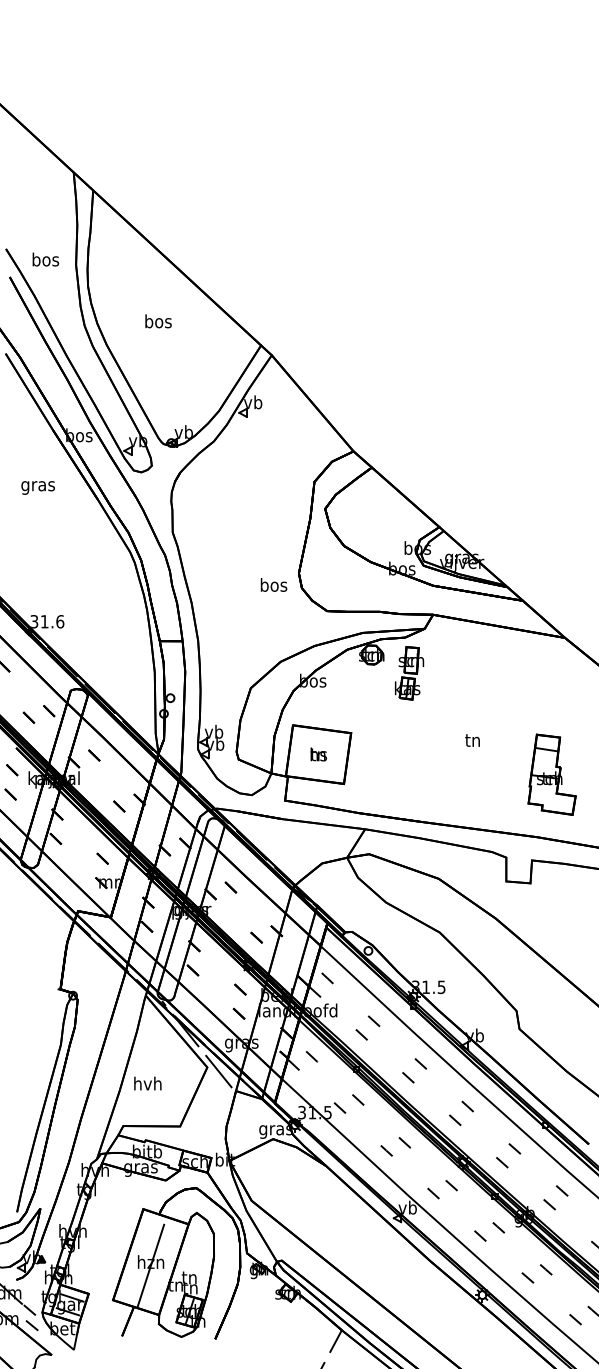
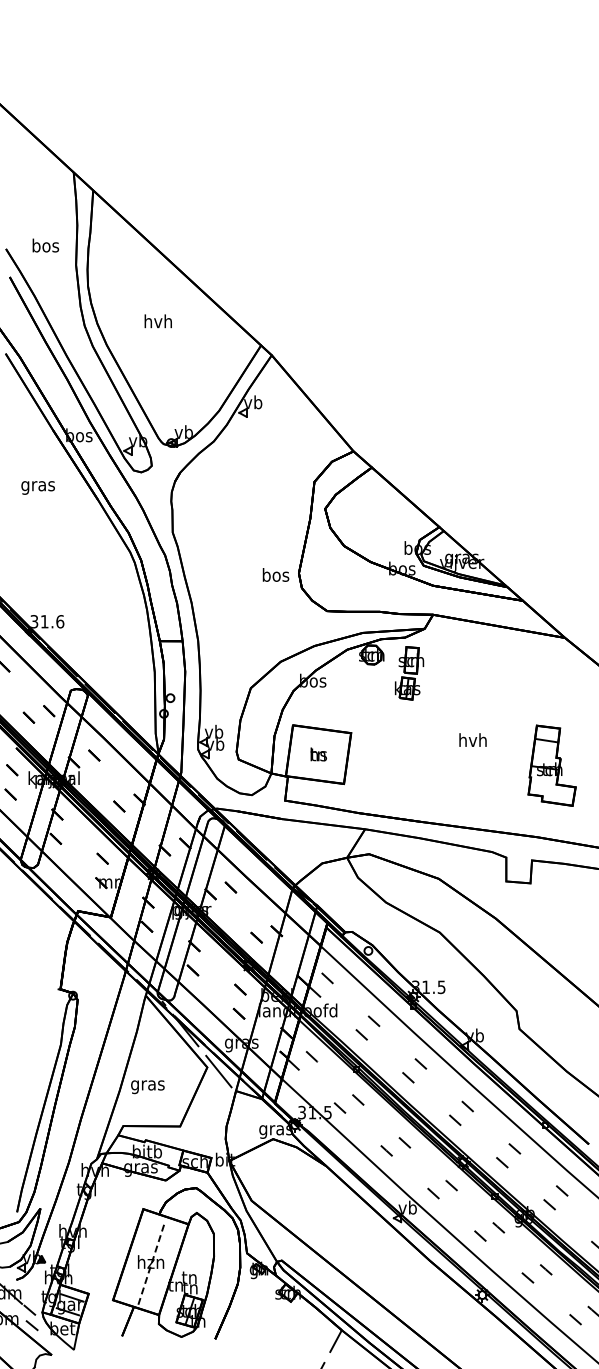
text at (45, 259) position: (45, 259) -> (45, 245)
text at (157, 321): bos -> hvh
text at (273, 584) position: (273, 584) -> (275, 574)
text at (472, 739): tn -> hvh
part at (551, 774) position: (551, 774) -> (551, 765)
text at (147, 1085): hvh -> gras
line at (150, 1266): solid -> dashed
